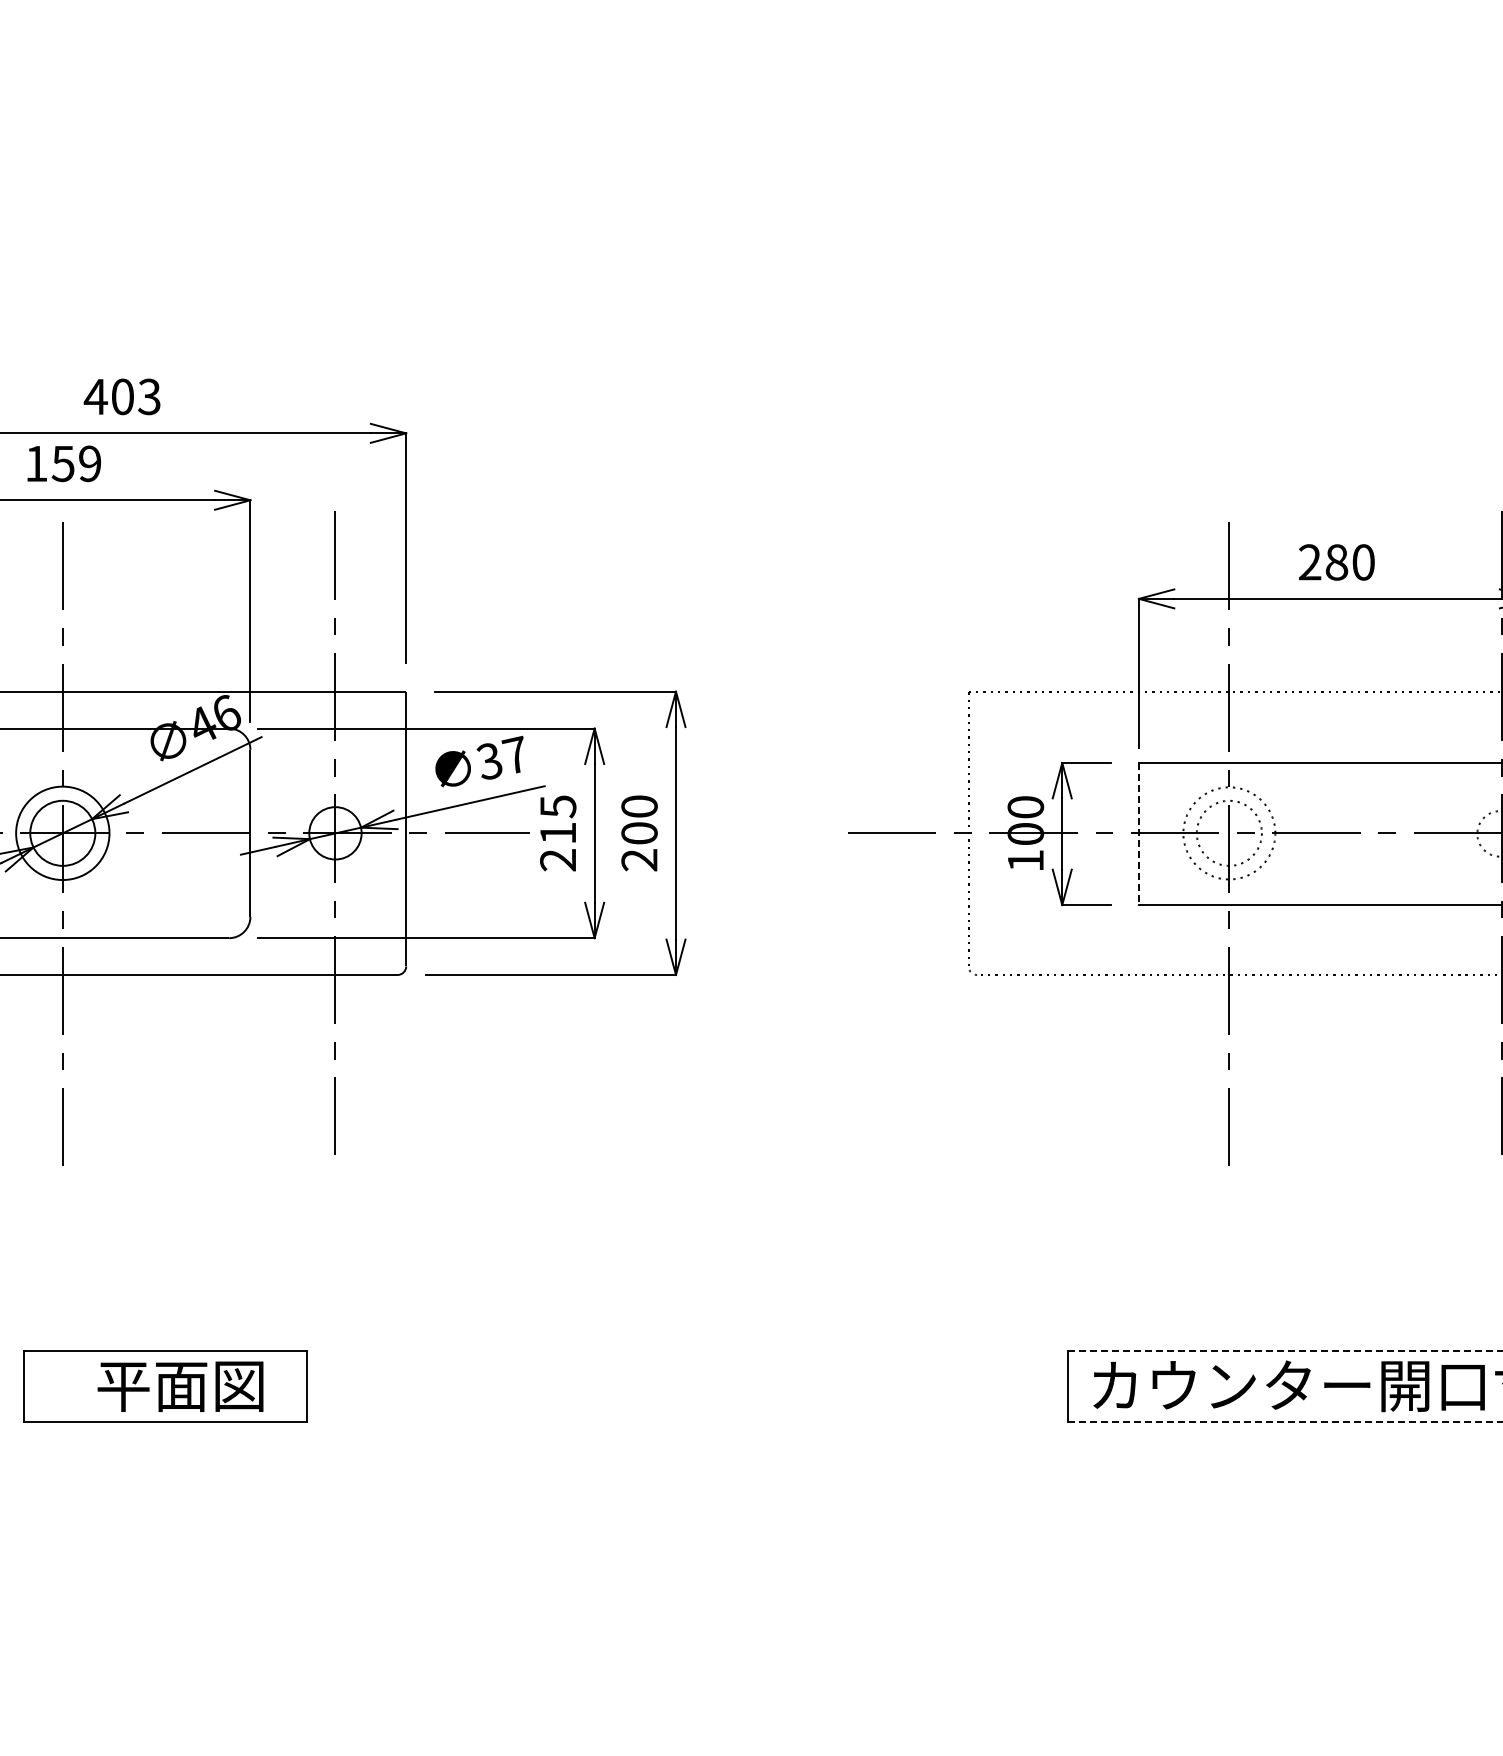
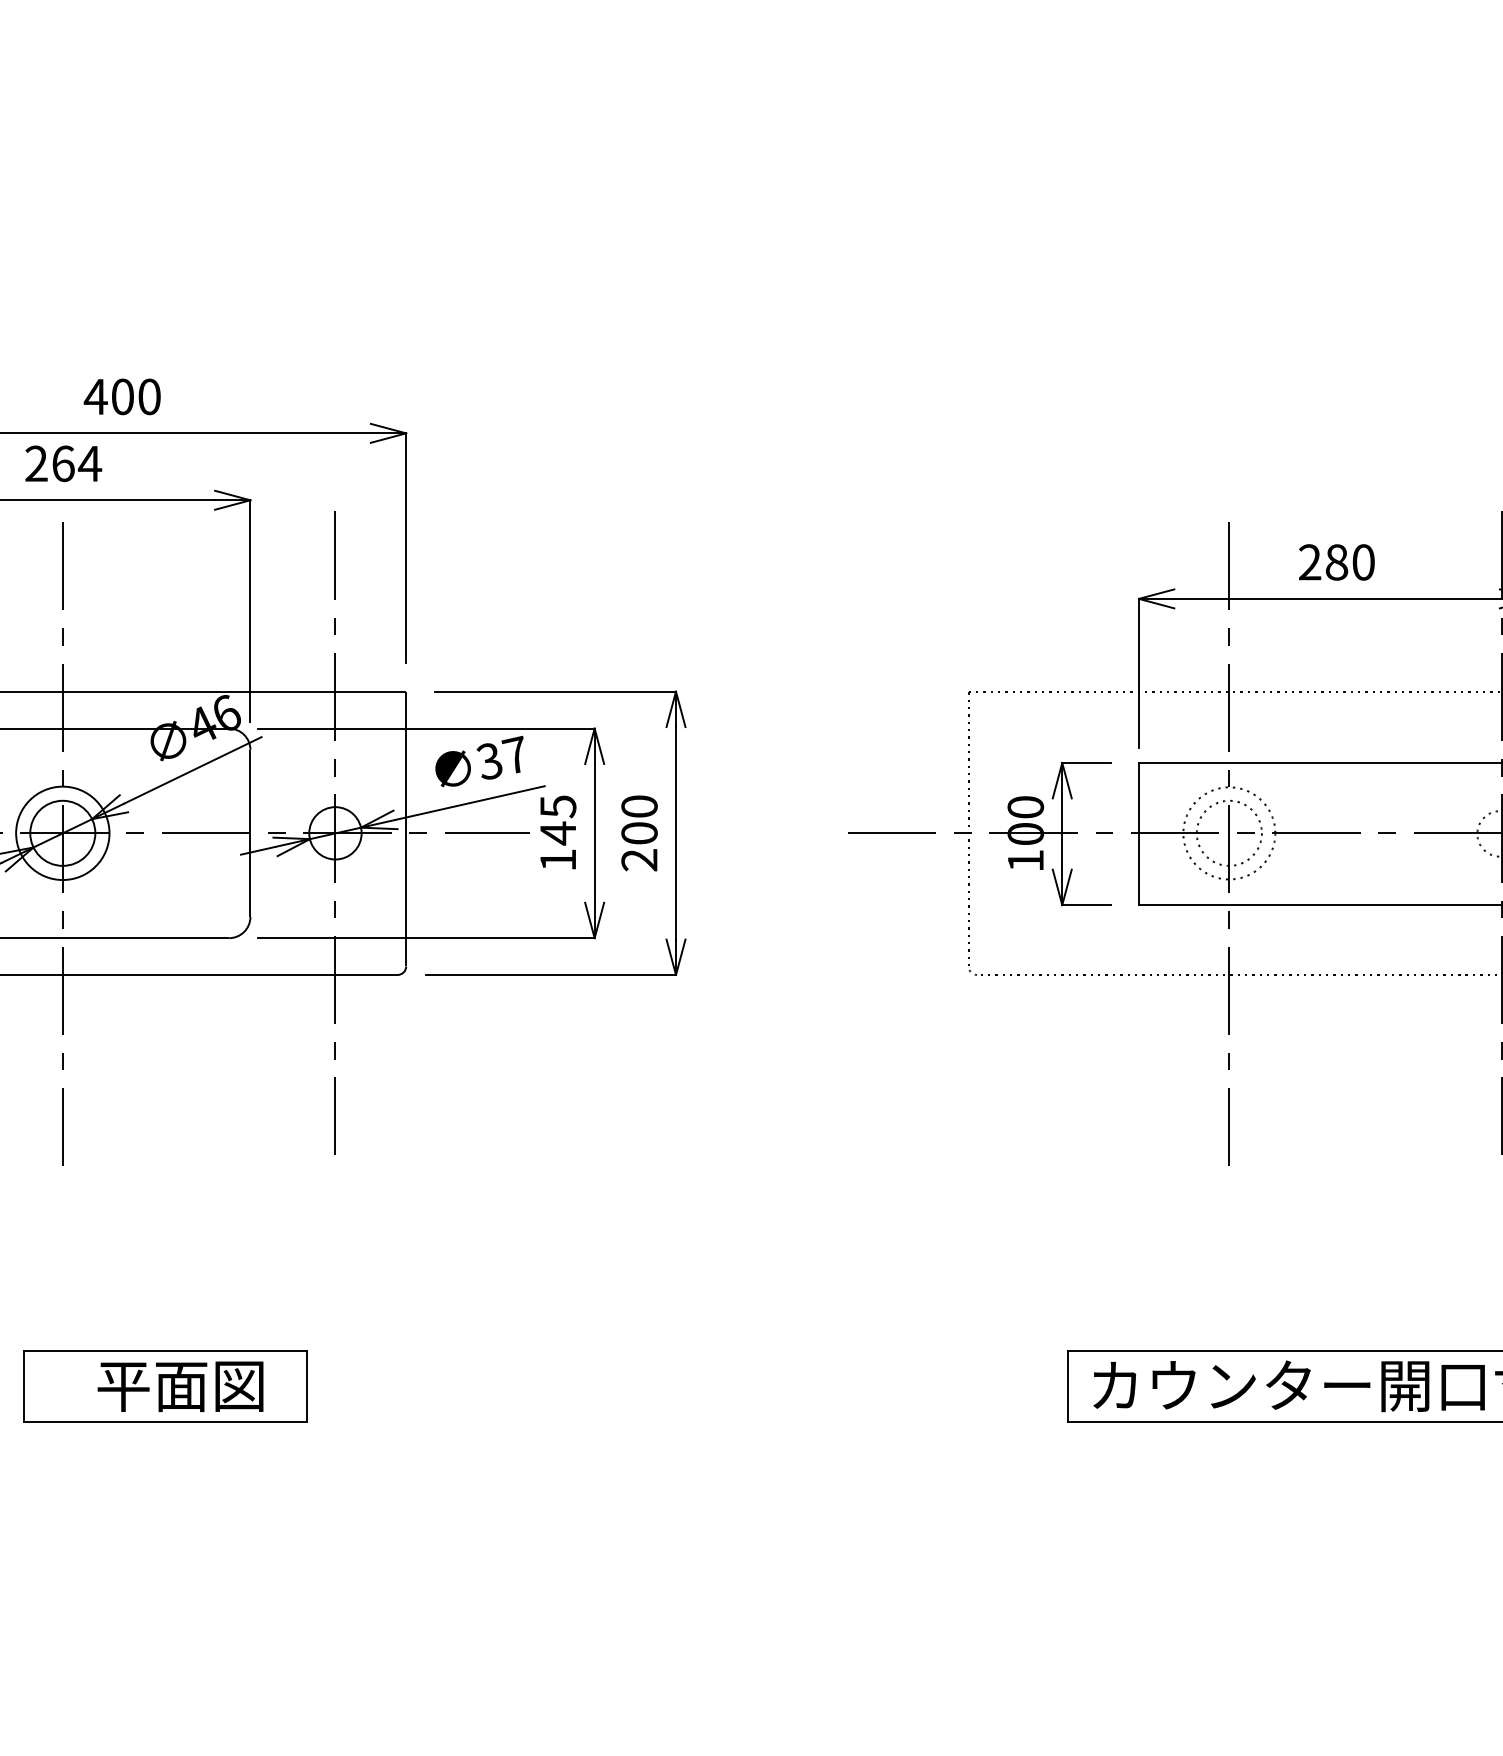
text at (149, 396): 403 -> 400
text at (63, 463): 159 -> 264
line at (1138, 834): dashed -> solid
text at (557, 846): 215 -> 145
line at (1284, 1350): dashed -> solid
line at (1285, 1421): dashed -> solid
